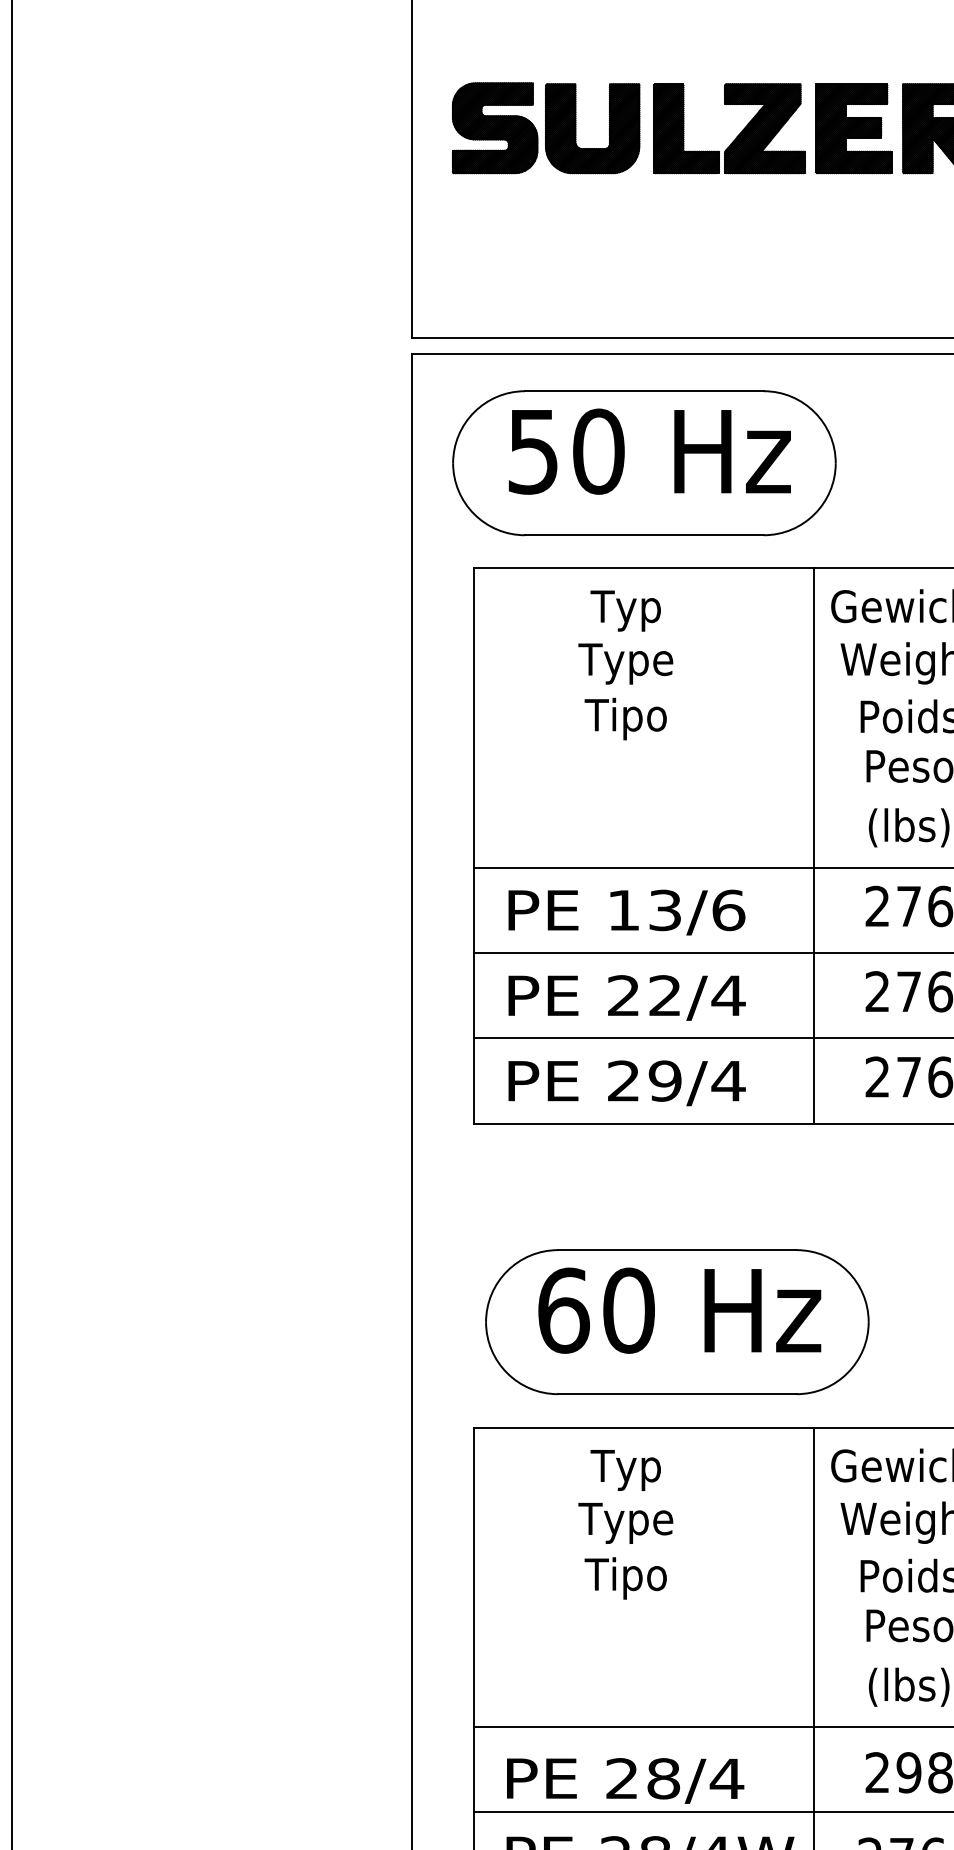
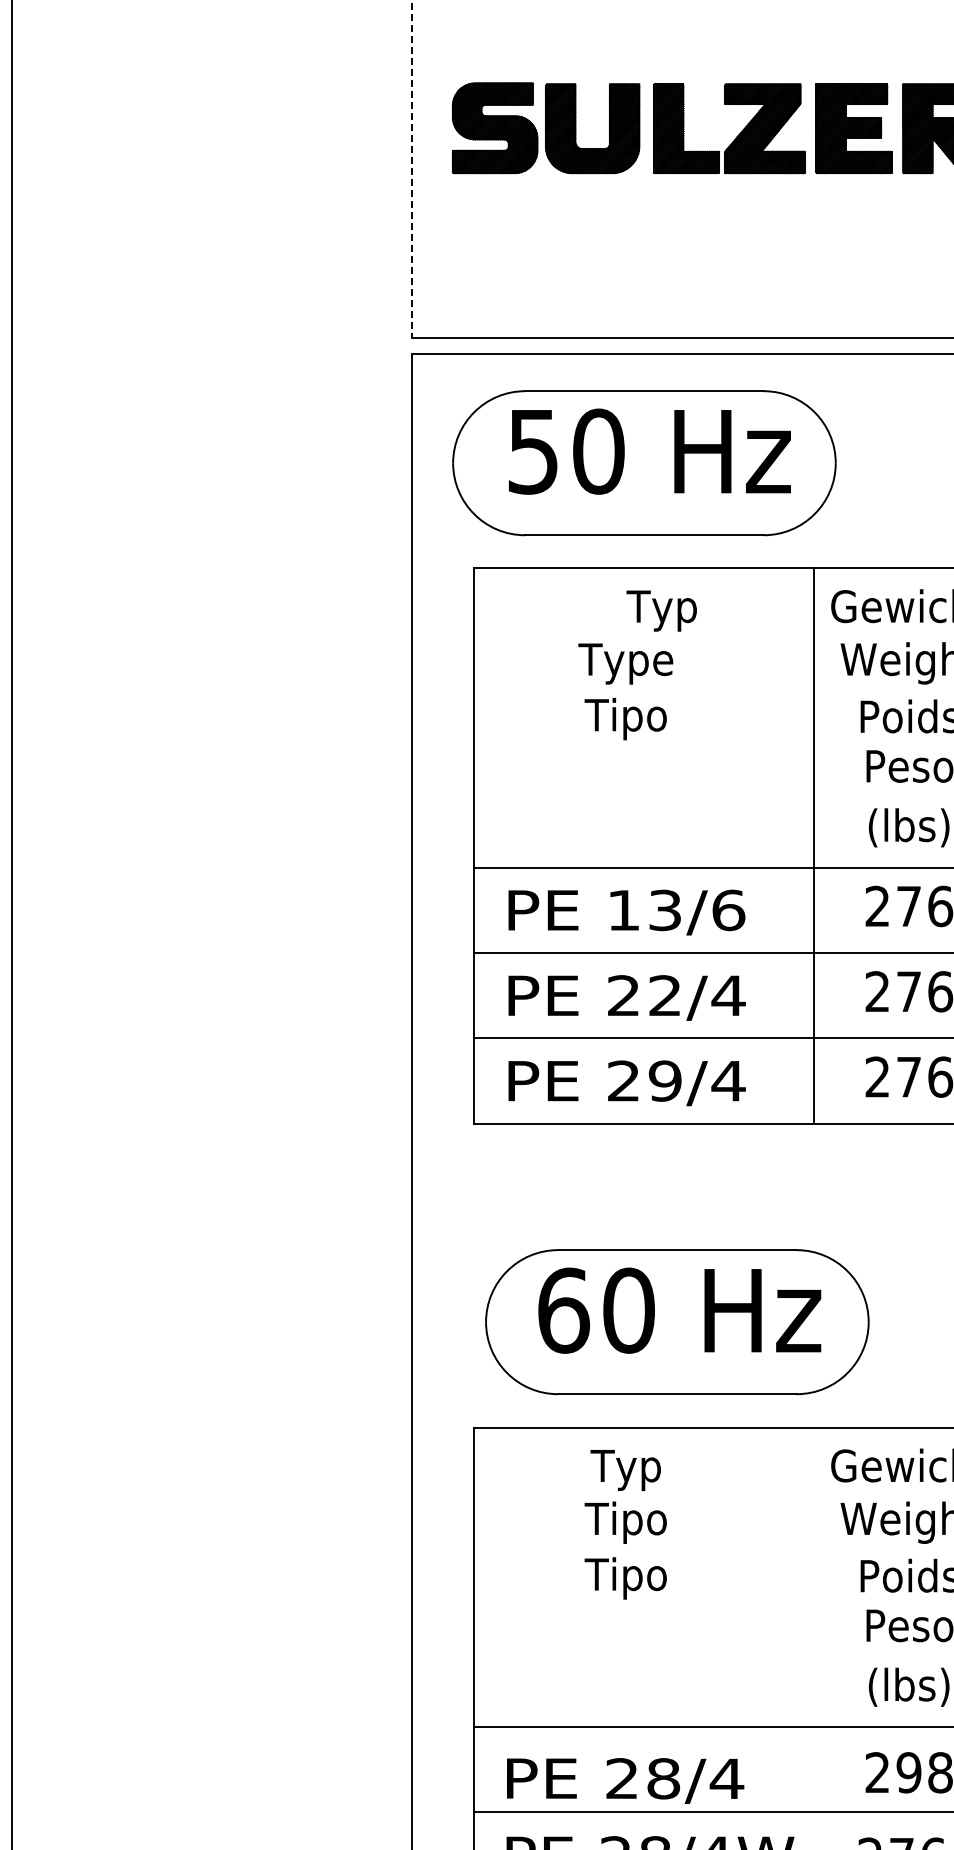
line at (412, 169): solid -> dashed
text at (625, 610) position: (625, 610) -> (661, 610)
text at (625, 1522): Type -> Tipo
line at (813, 1636): present -> none
